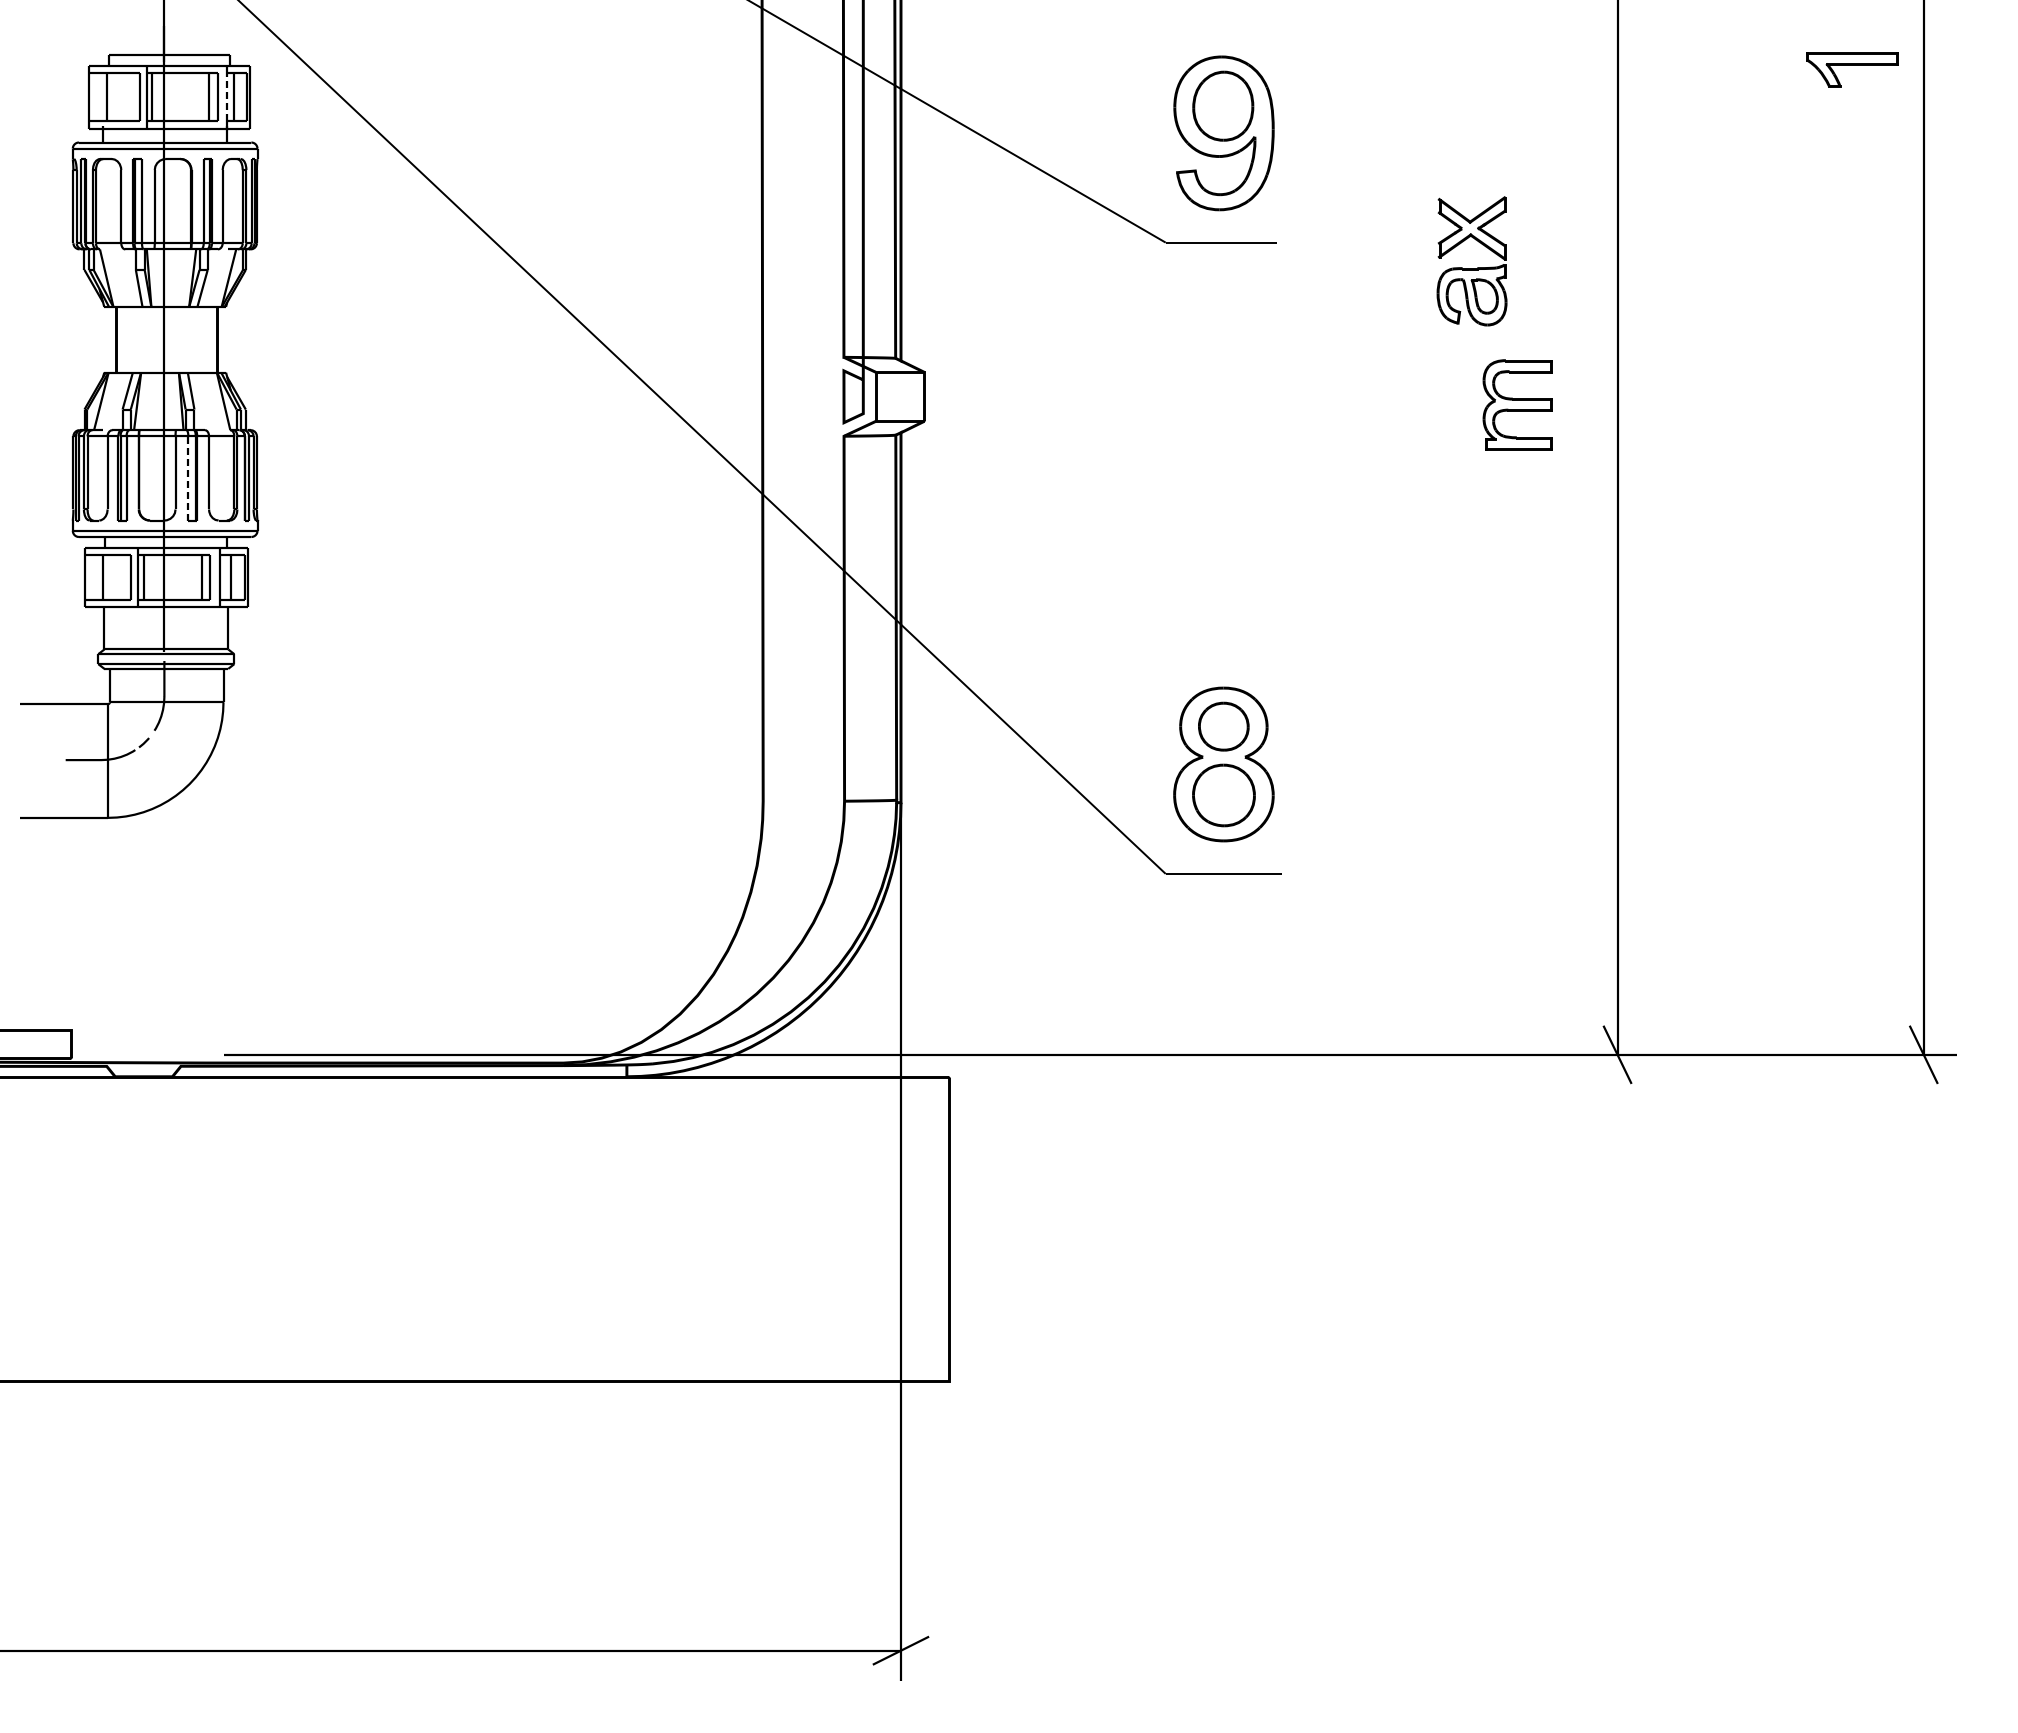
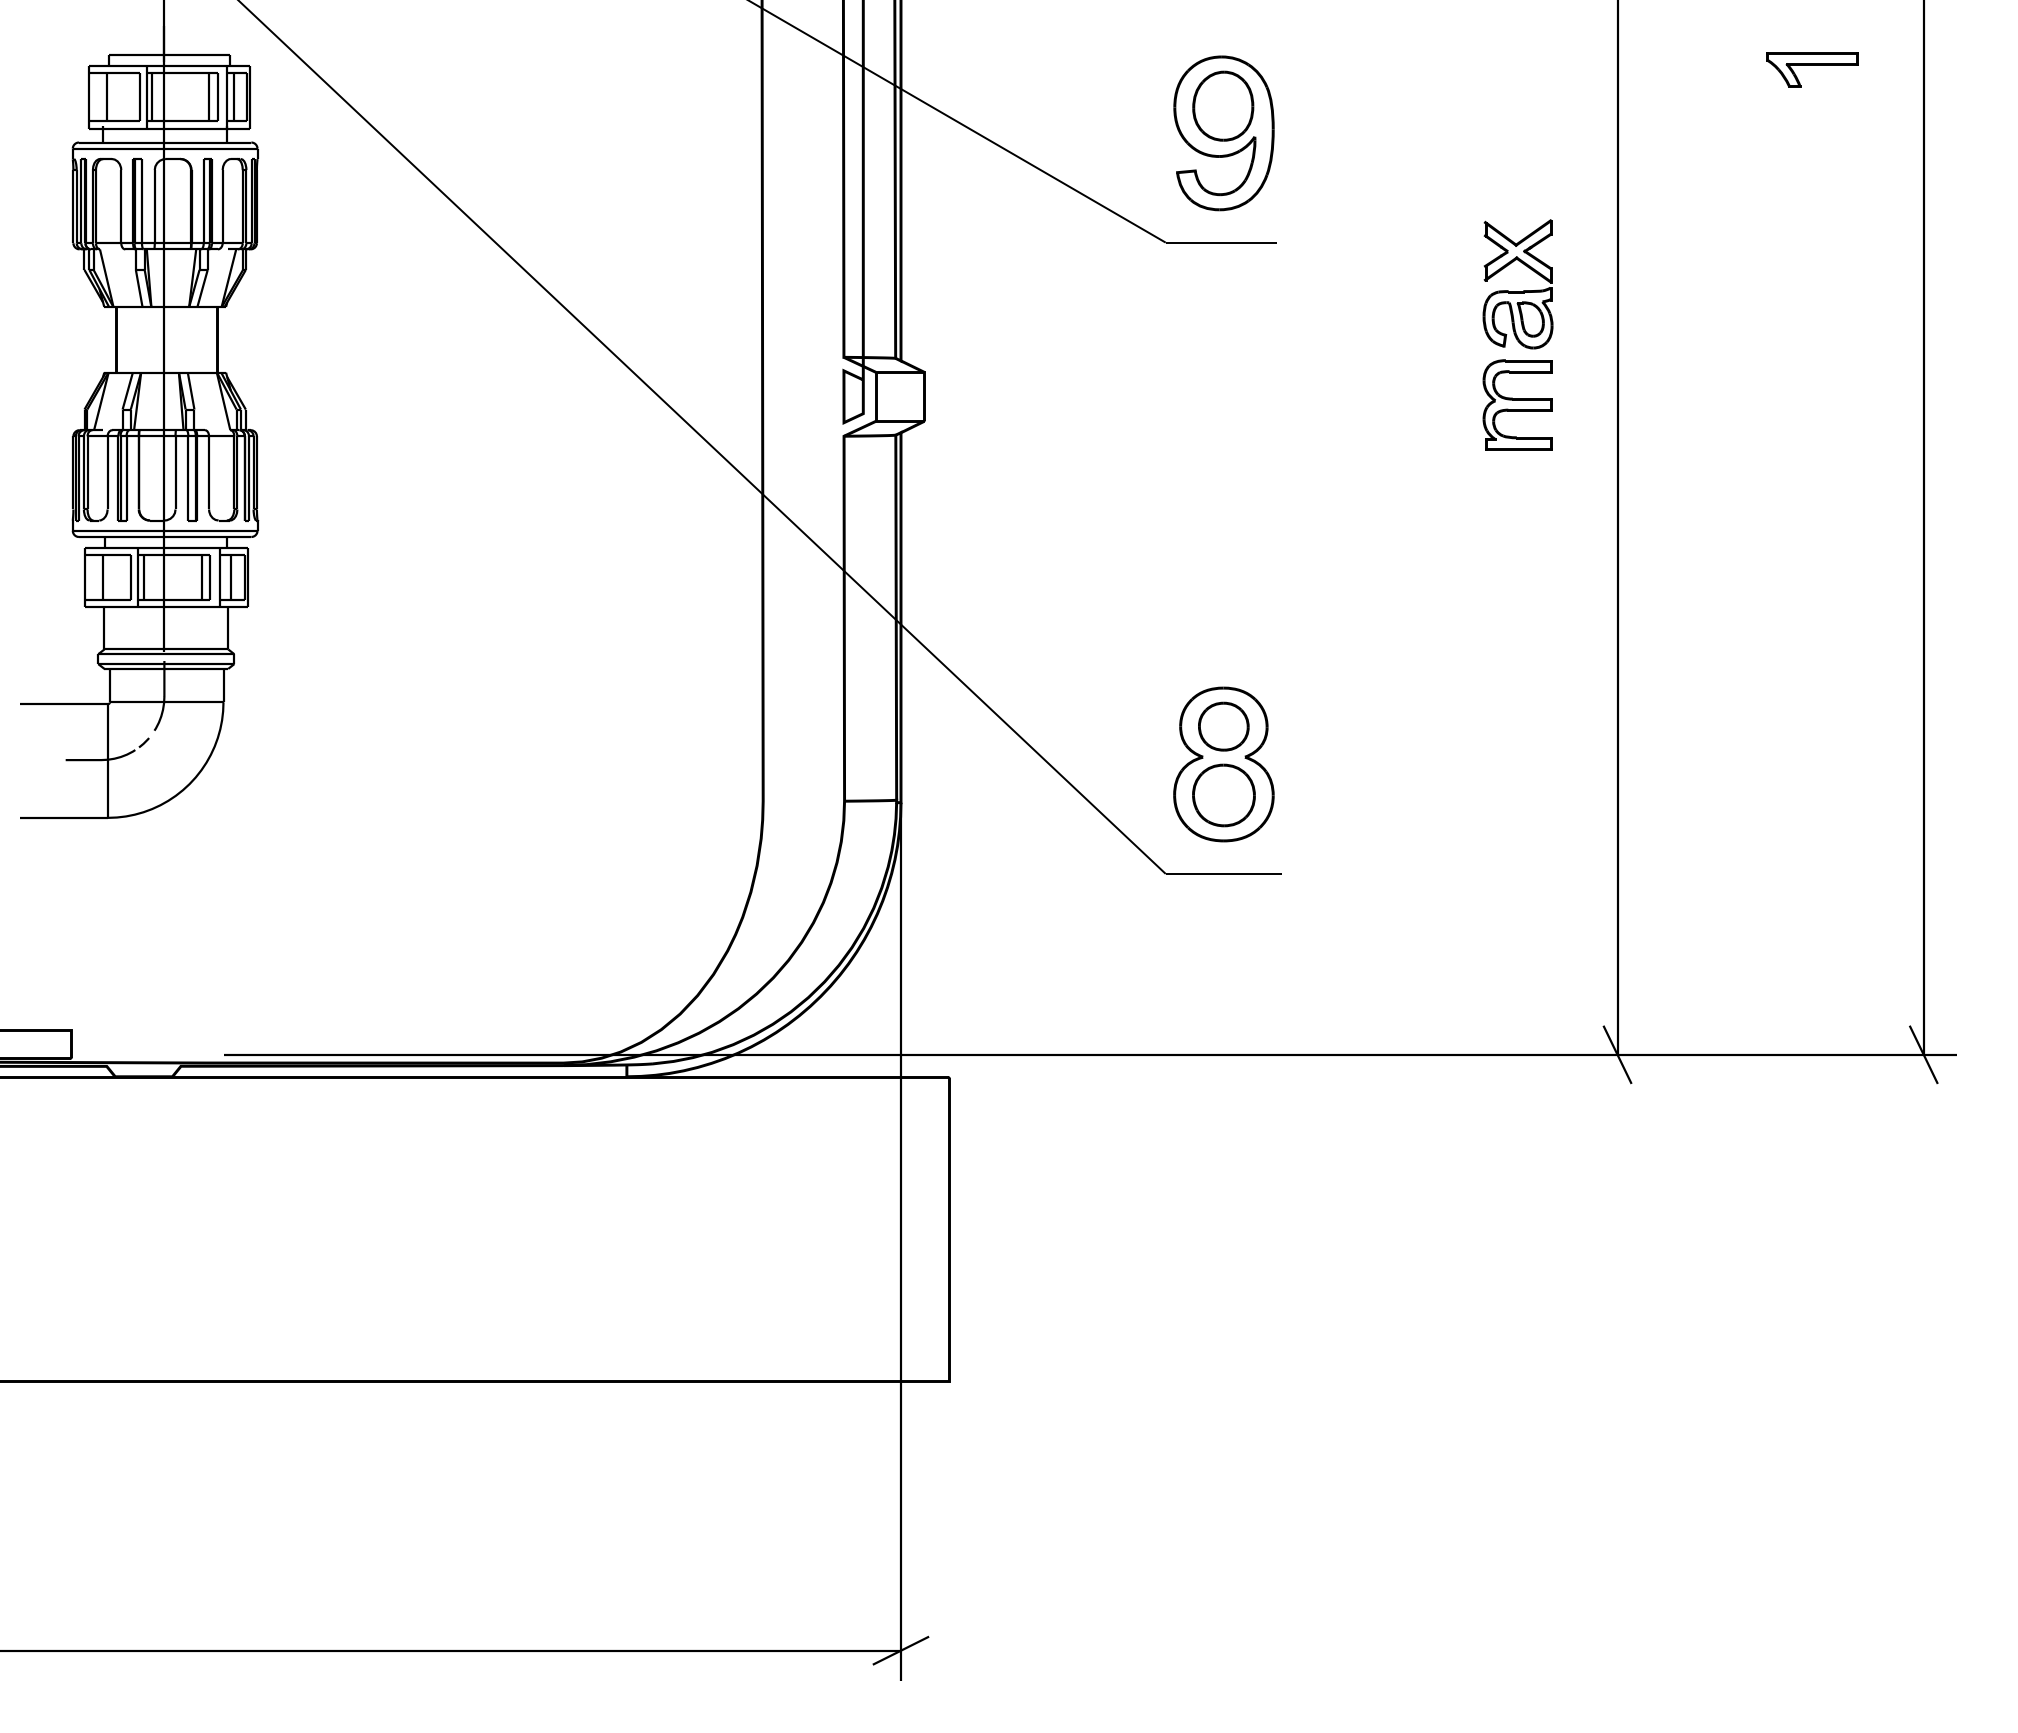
part at (1852, 69) position: (1852, 69) -> (1812, 69)
line at (227, 96): dashed -> solid
part at (1471, 268) position: (1471, 268) -> (1517, 291)
line at (188, 477): dashed -> solid
